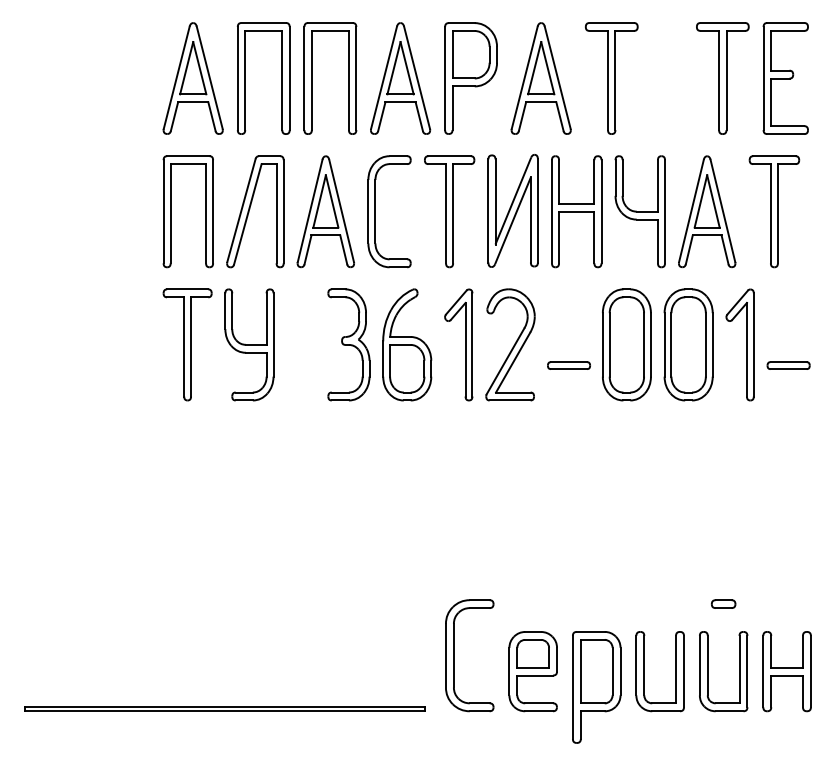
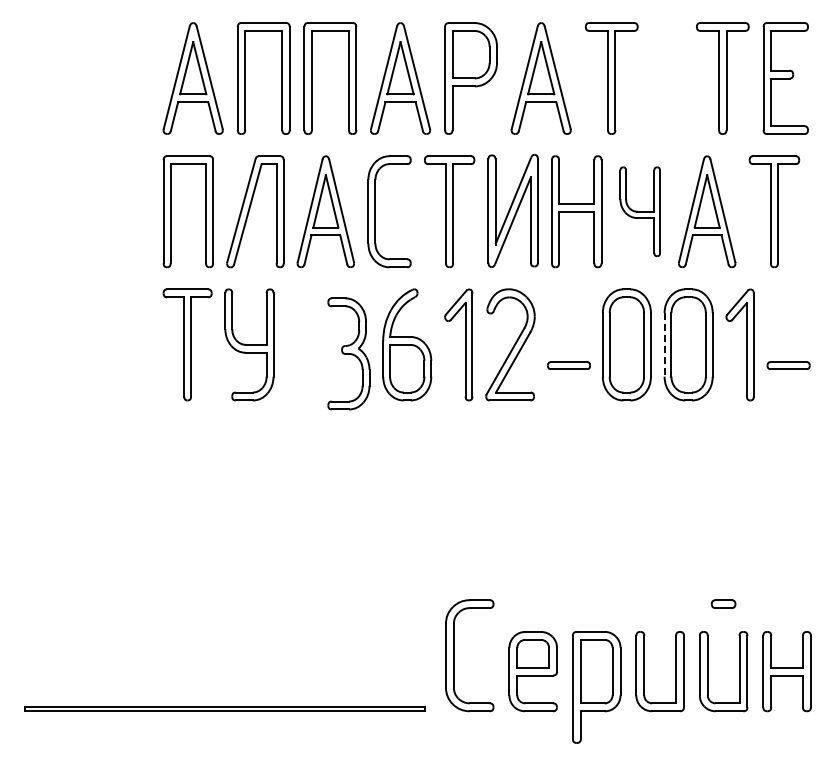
part at (639, 211) size: 52x114 px -> 42x92 px
part at (348, 344) position: (348, 344) -> (348, 353)
line at (664, 344): solid -> dashed
